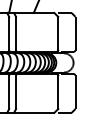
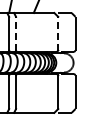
line at (16, 33): solid -> dashed
line at (58, 33): solid -> dashed
